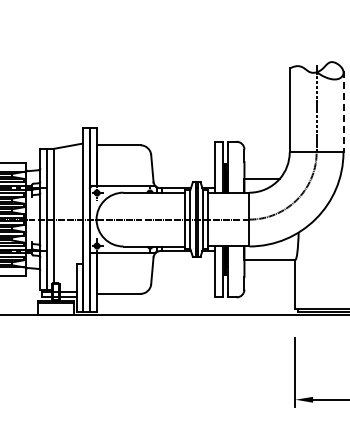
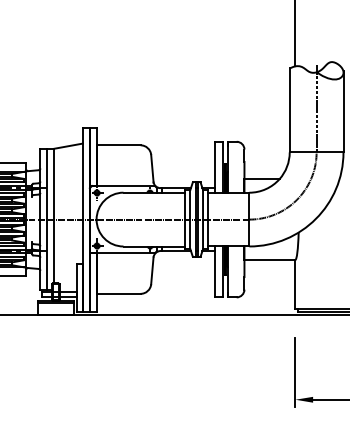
line at (295, 34): none -> present
line at (343, 112): dashed -> solid
